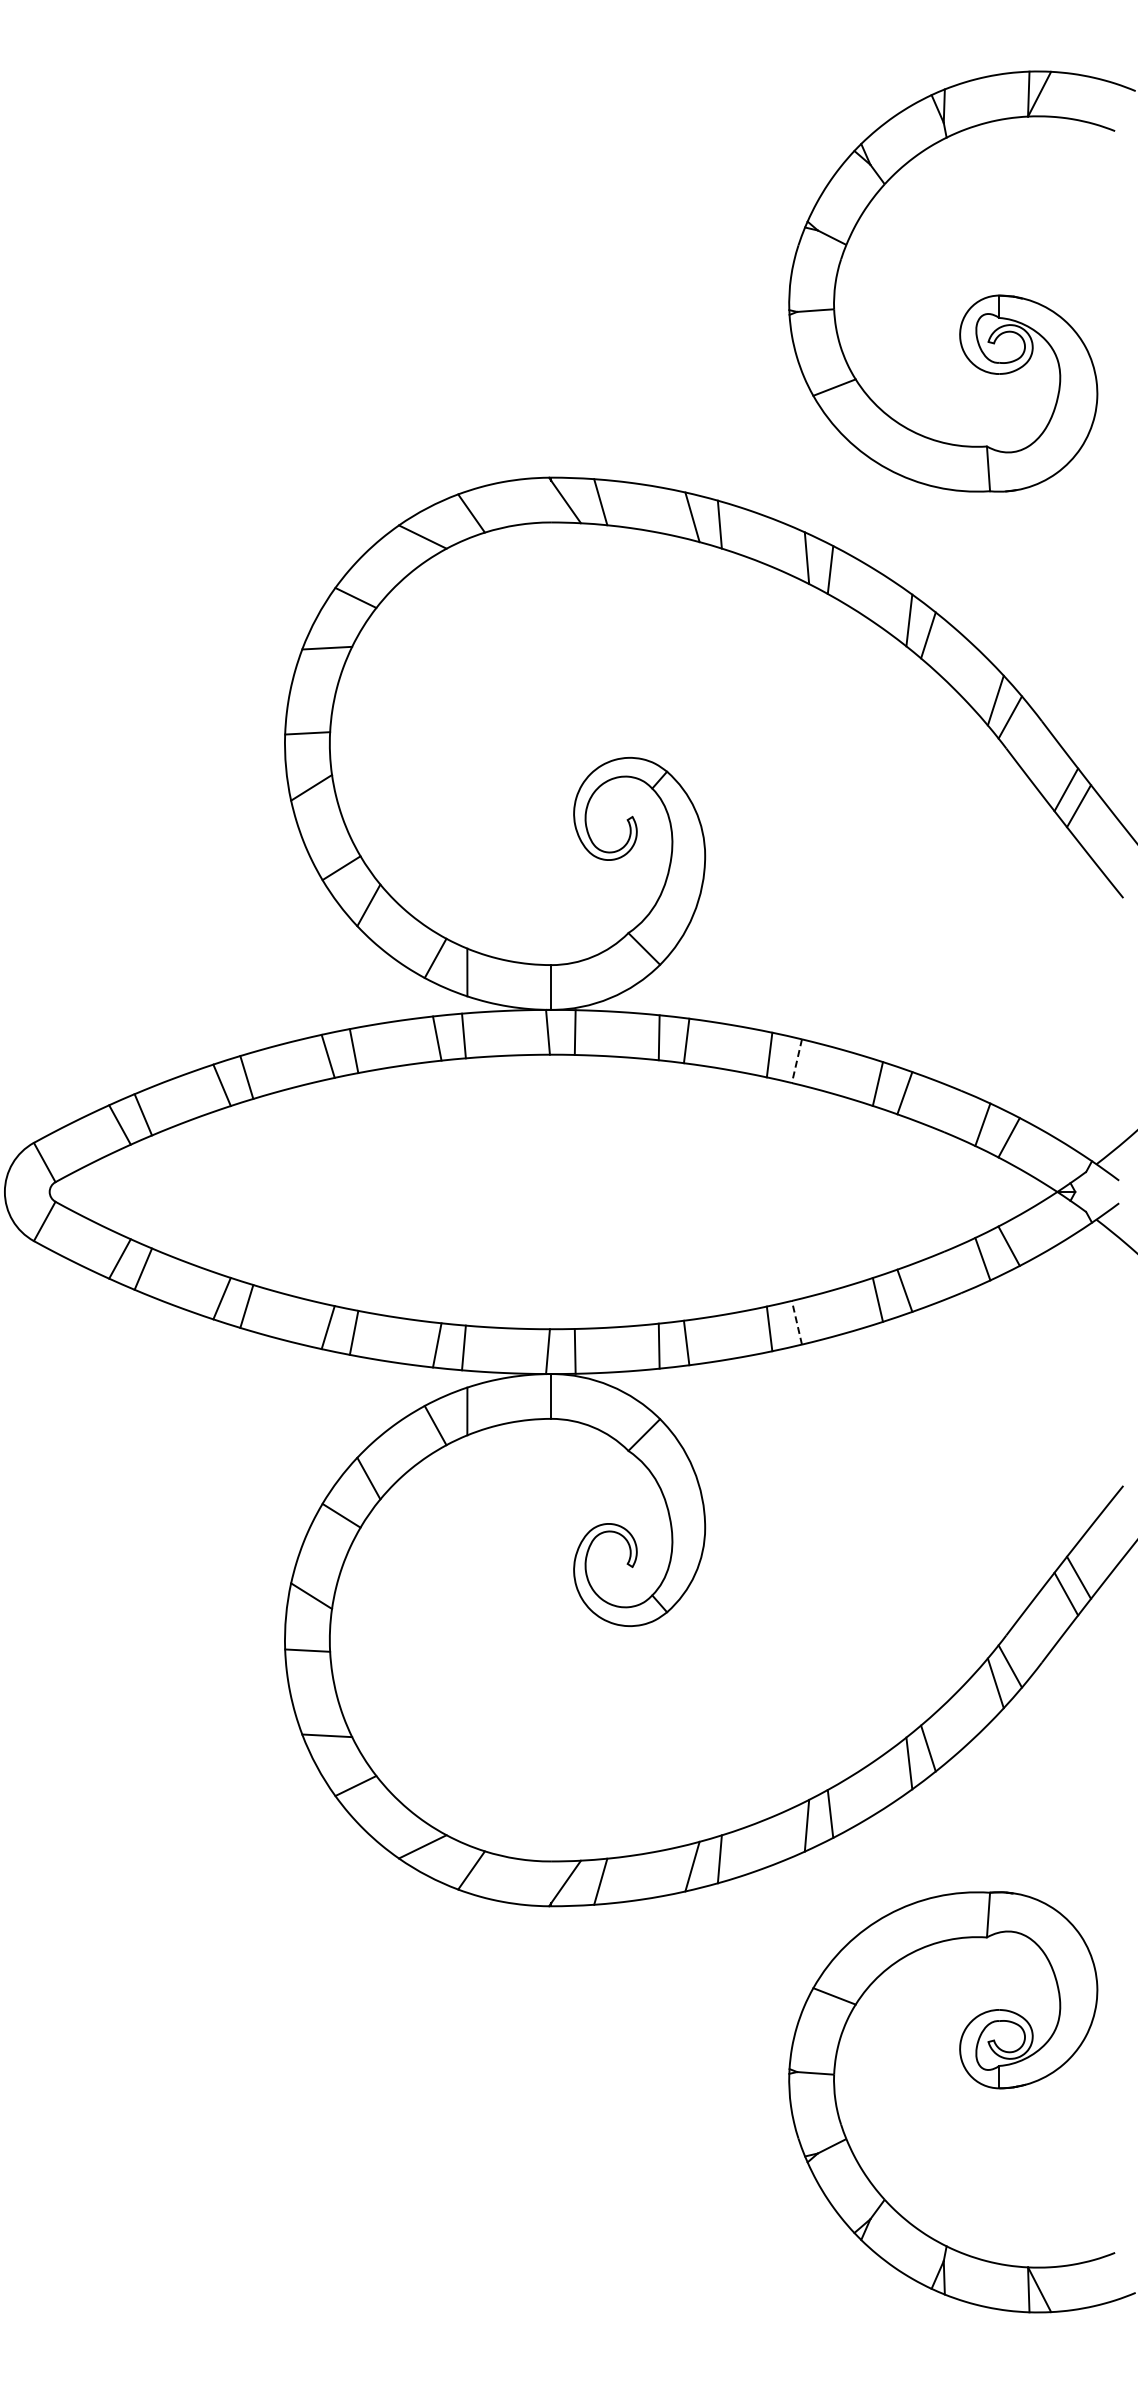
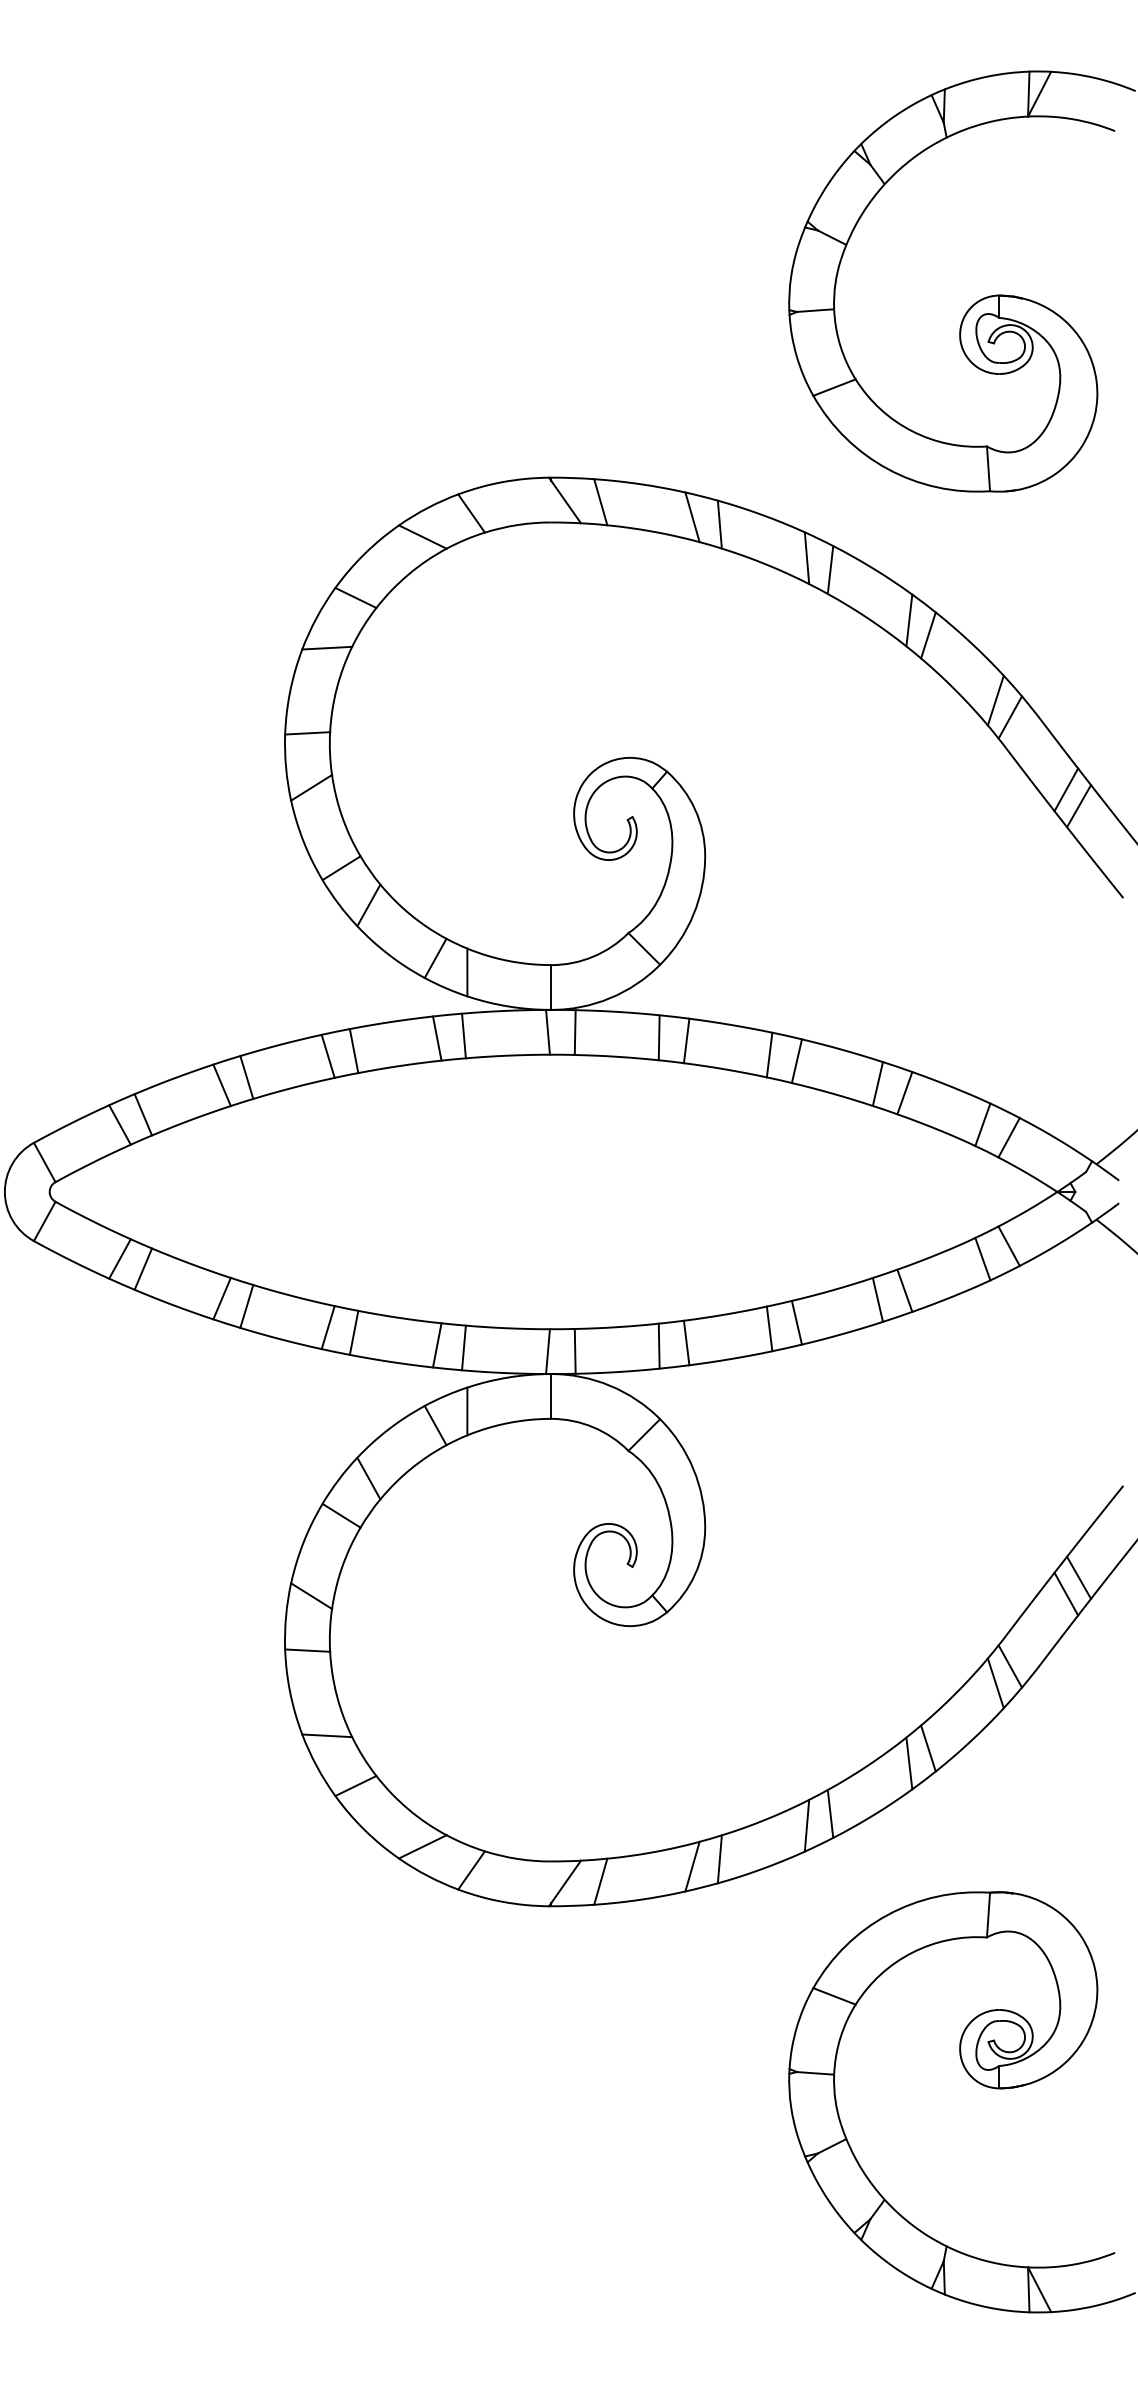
line at (796, 1061): dashed -> solid
line at (796, 1322): dashed -> solid
